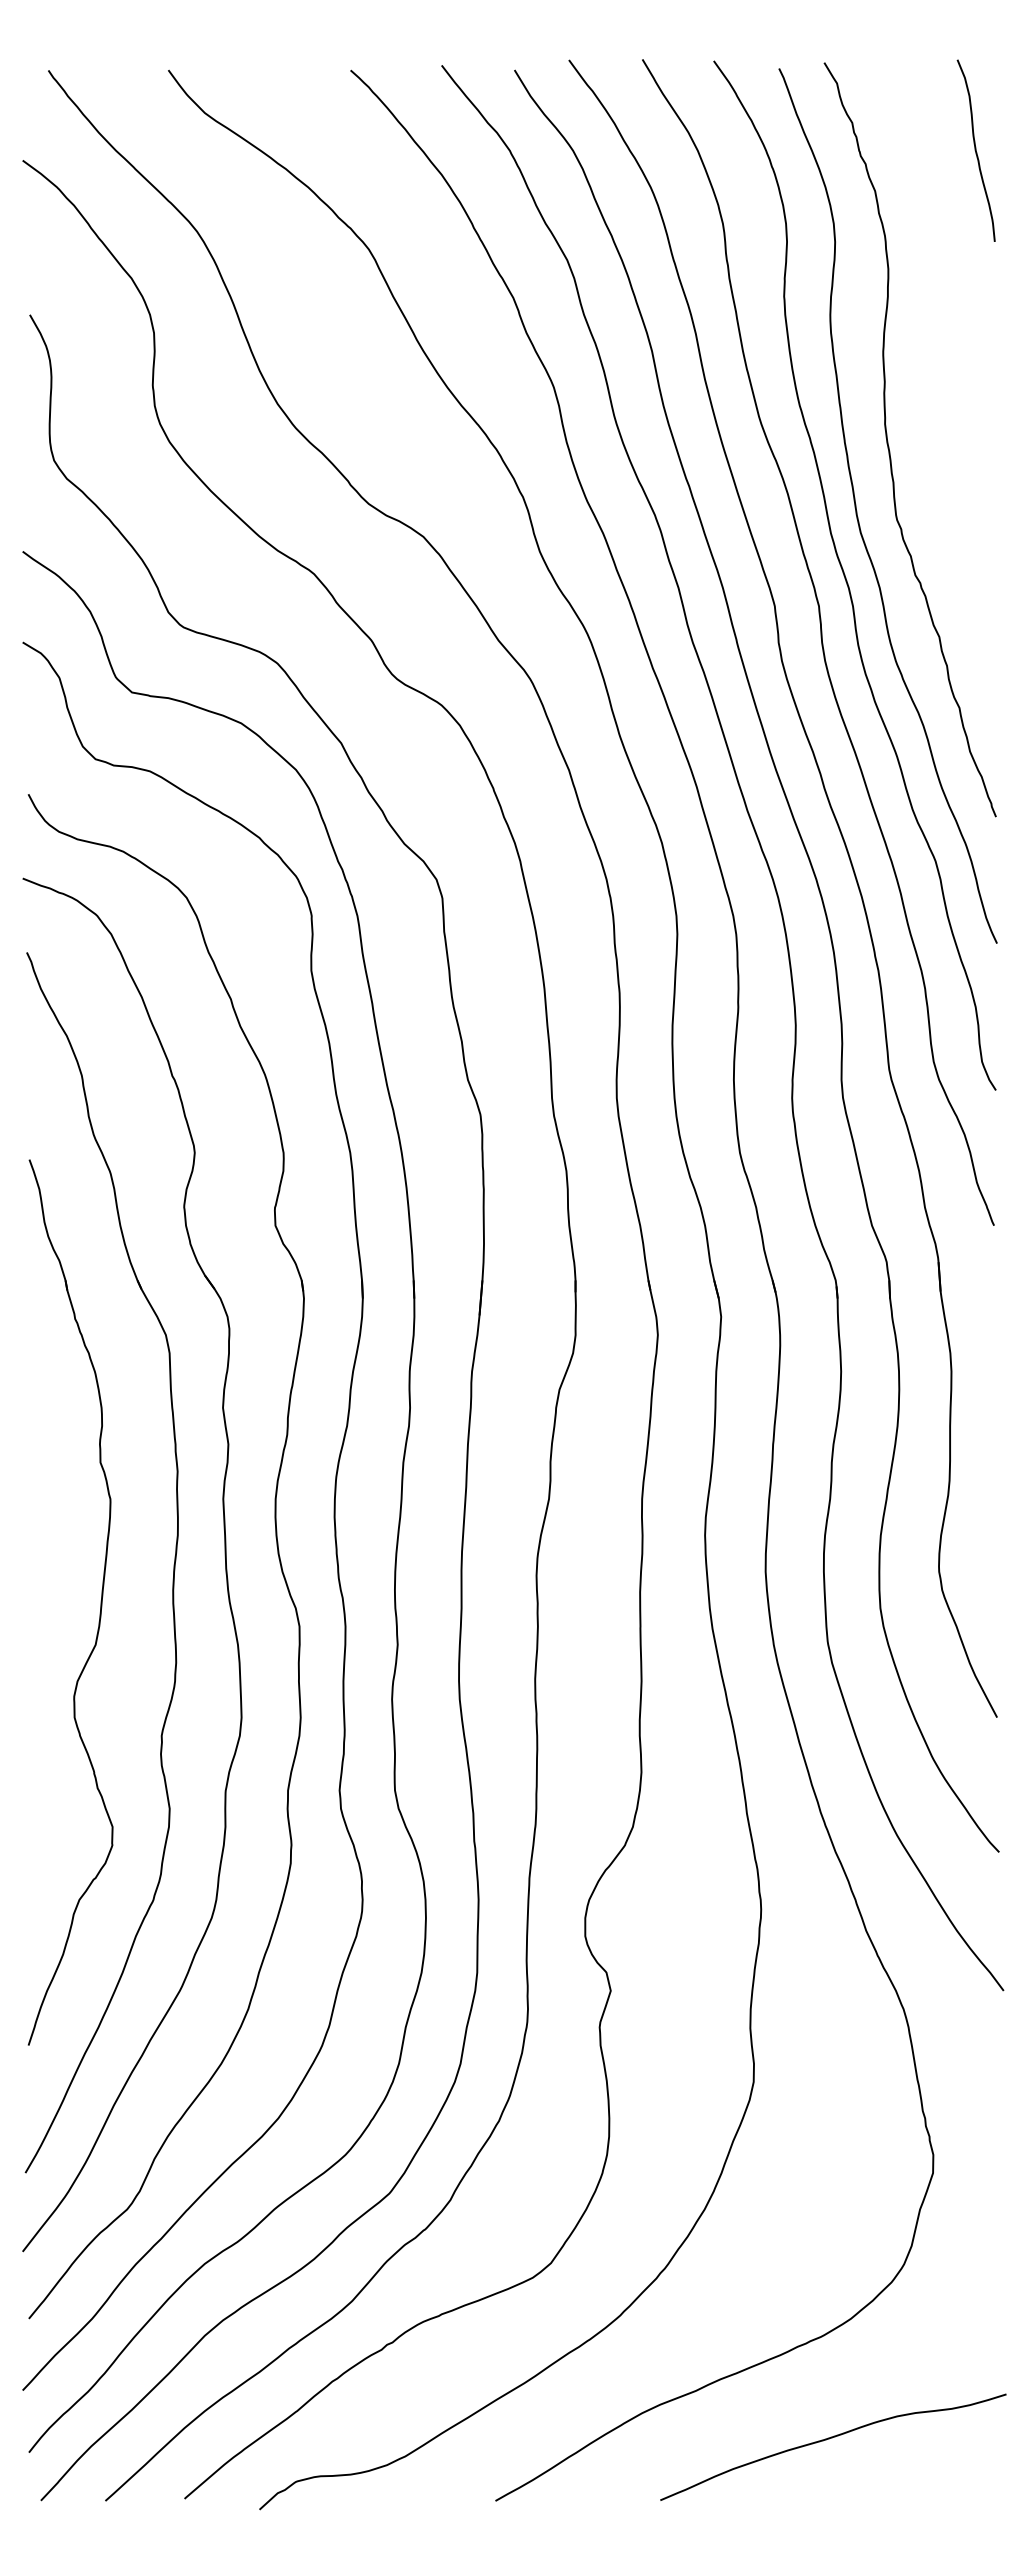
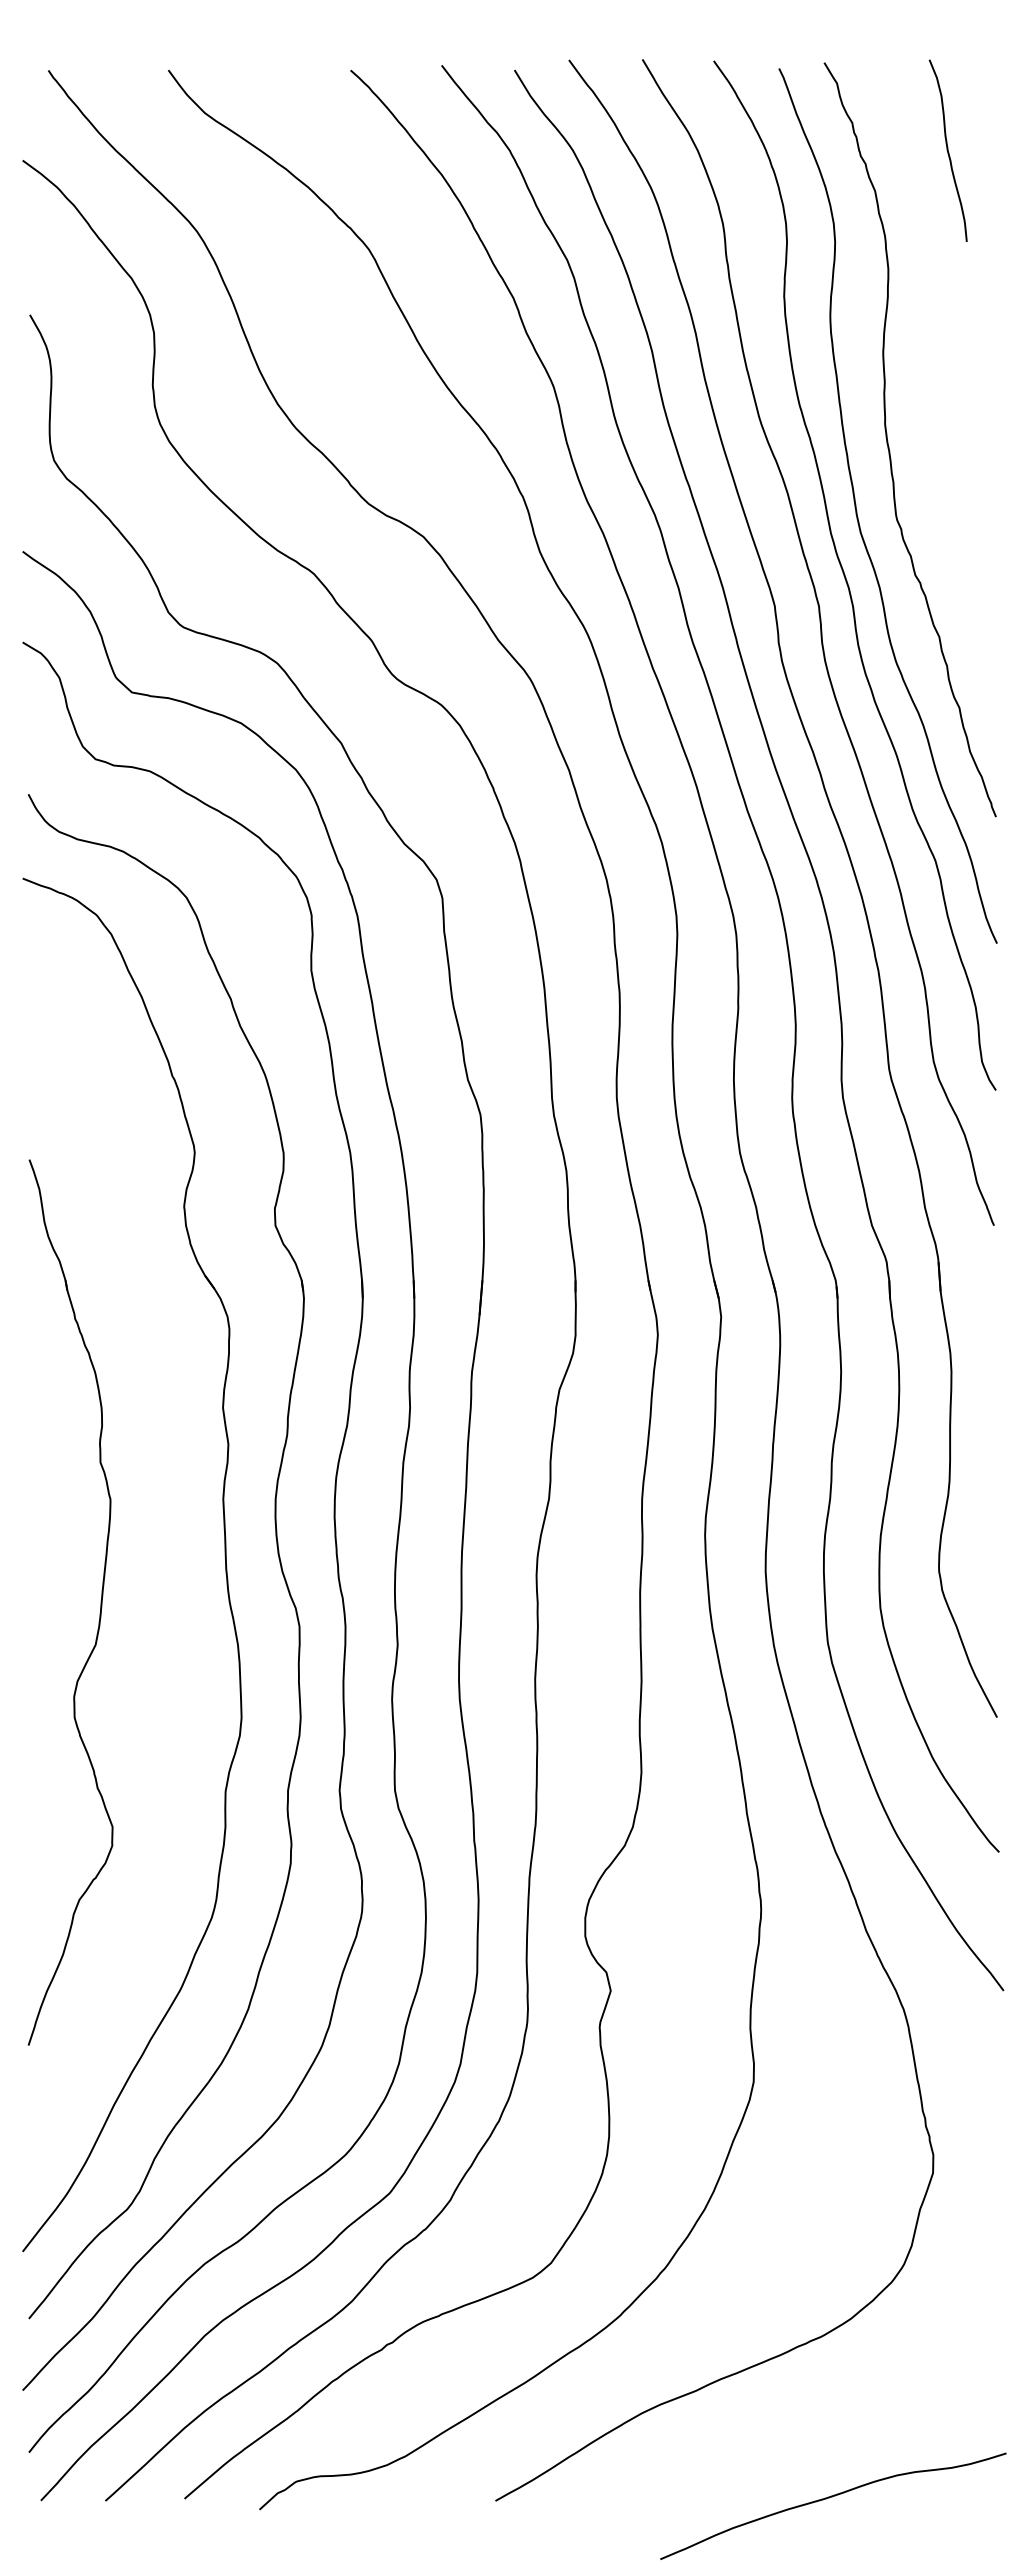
curve at (975, 150) position: (975, 150) -> (947, 150)
part at (173, 1564): present -> none
curve at (832, 2438) position: (832, 2438) -> (832, 2497)
